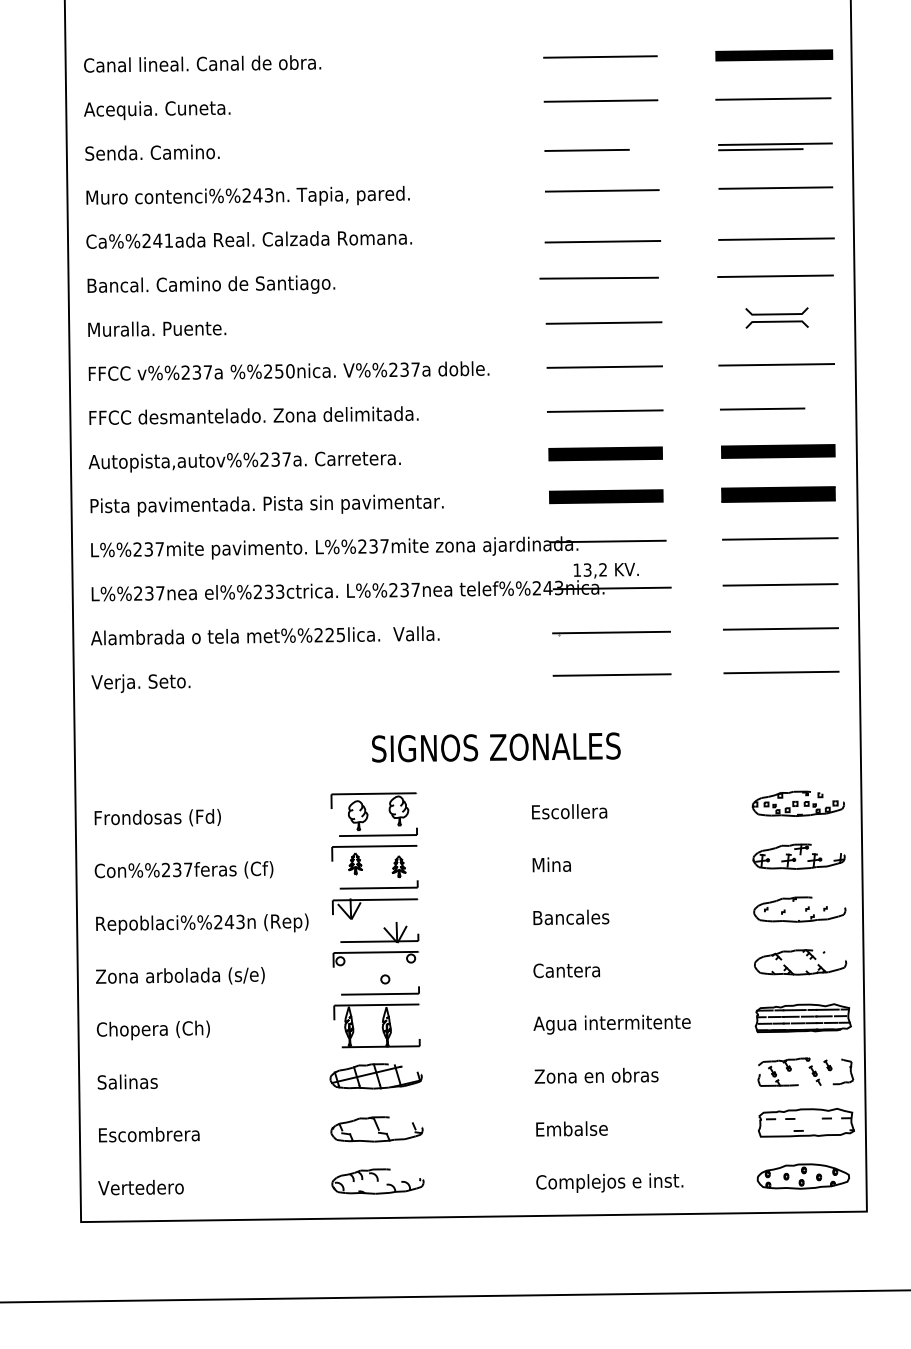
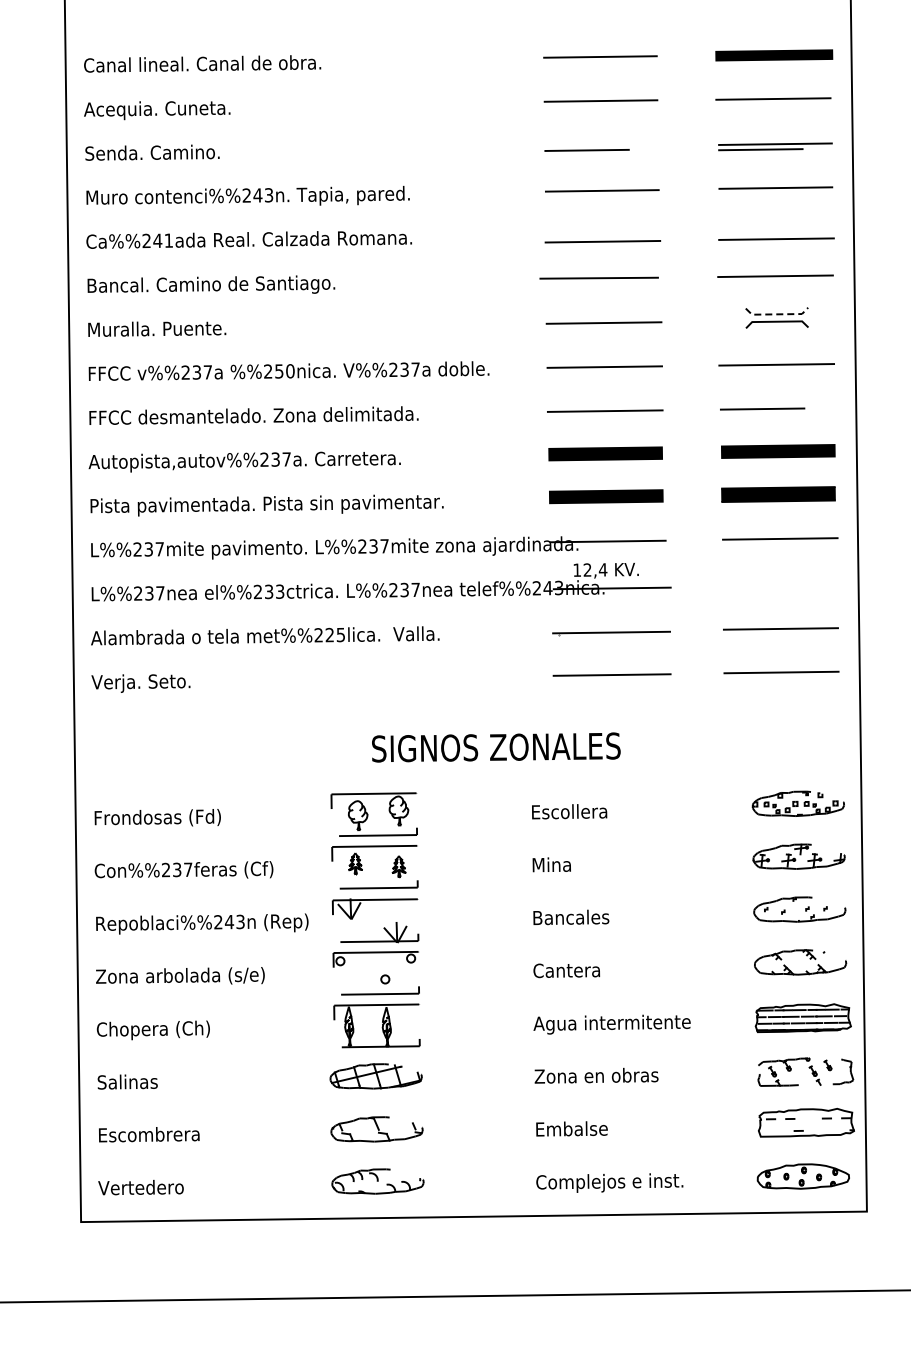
line at (777, 314): solid -> dashed
text at (595, 569): 13,2 -> 12,4
line at (780, 584): present -> none
